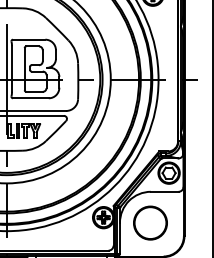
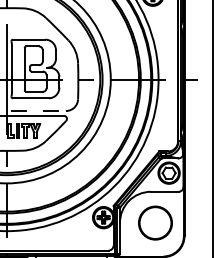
line at (33, 111): solid -> dashed
circle at (150, 222) position: (150, 222) -> (155, 222)
